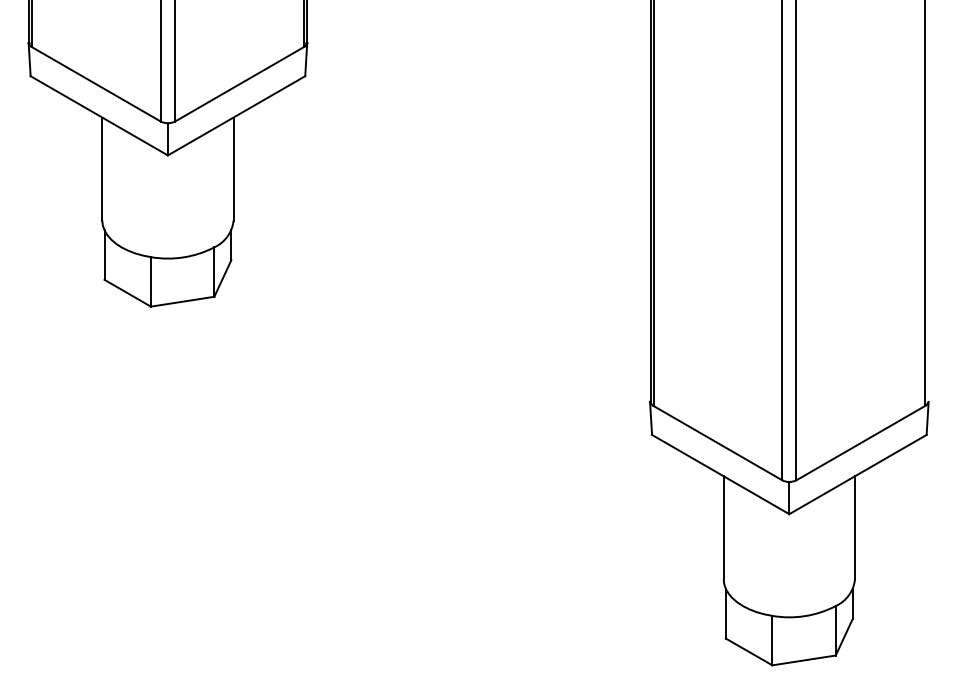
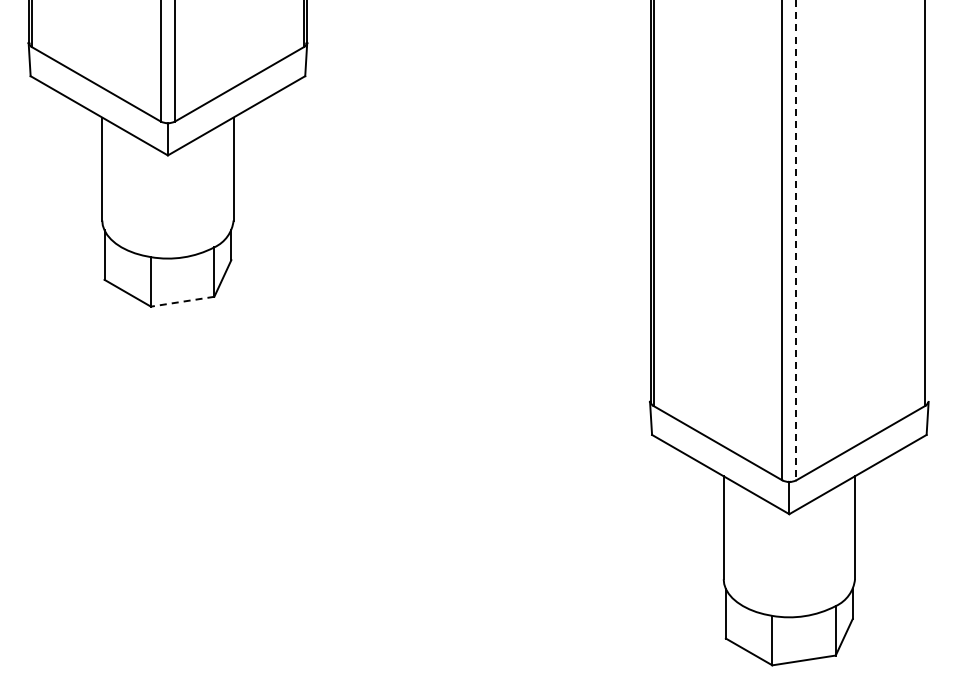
line at (796, 240): solid -> dashed
line at (182, 301): solid -> dashed
